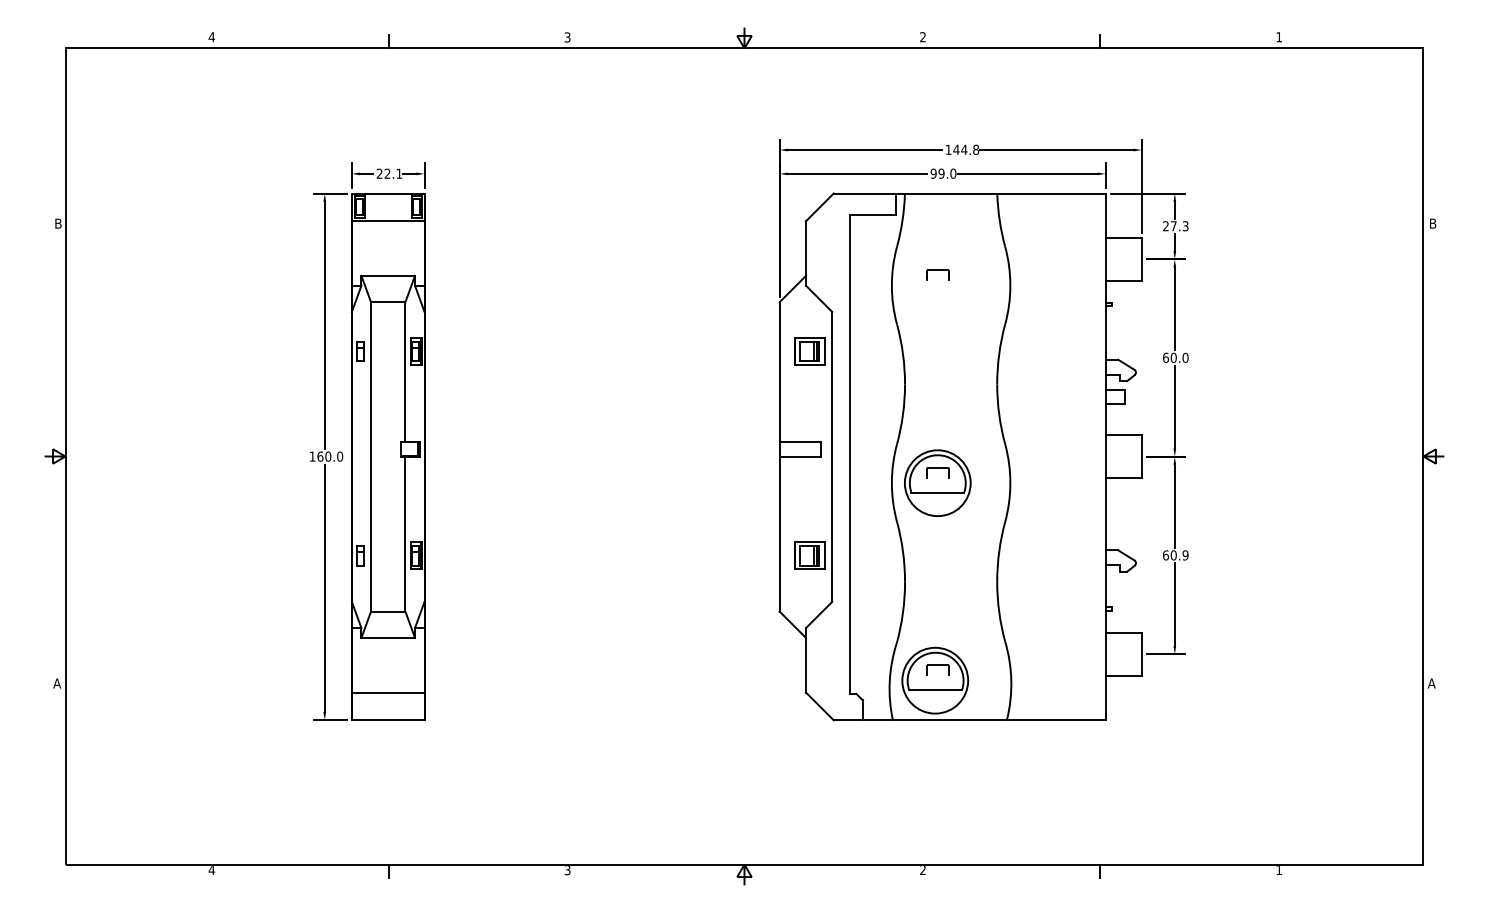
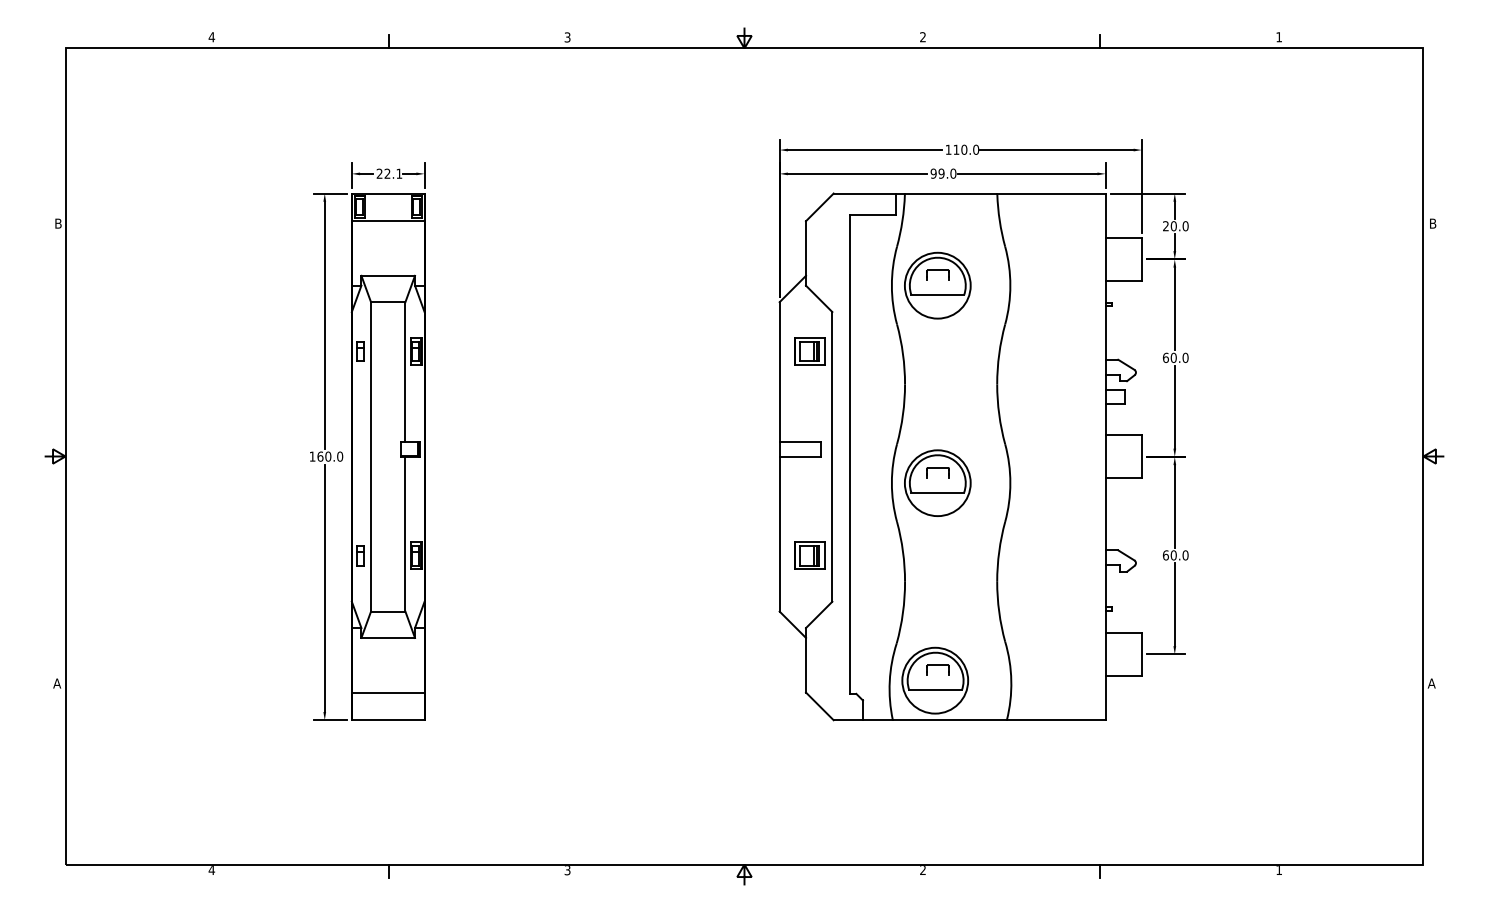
text at (966, 149): 144.8 -> 110.0
text at (1179, 226): 27.3 -> 20.0
part at (937, 285): none -> present
text at (1185, 555): 60.9 -> 60.0
